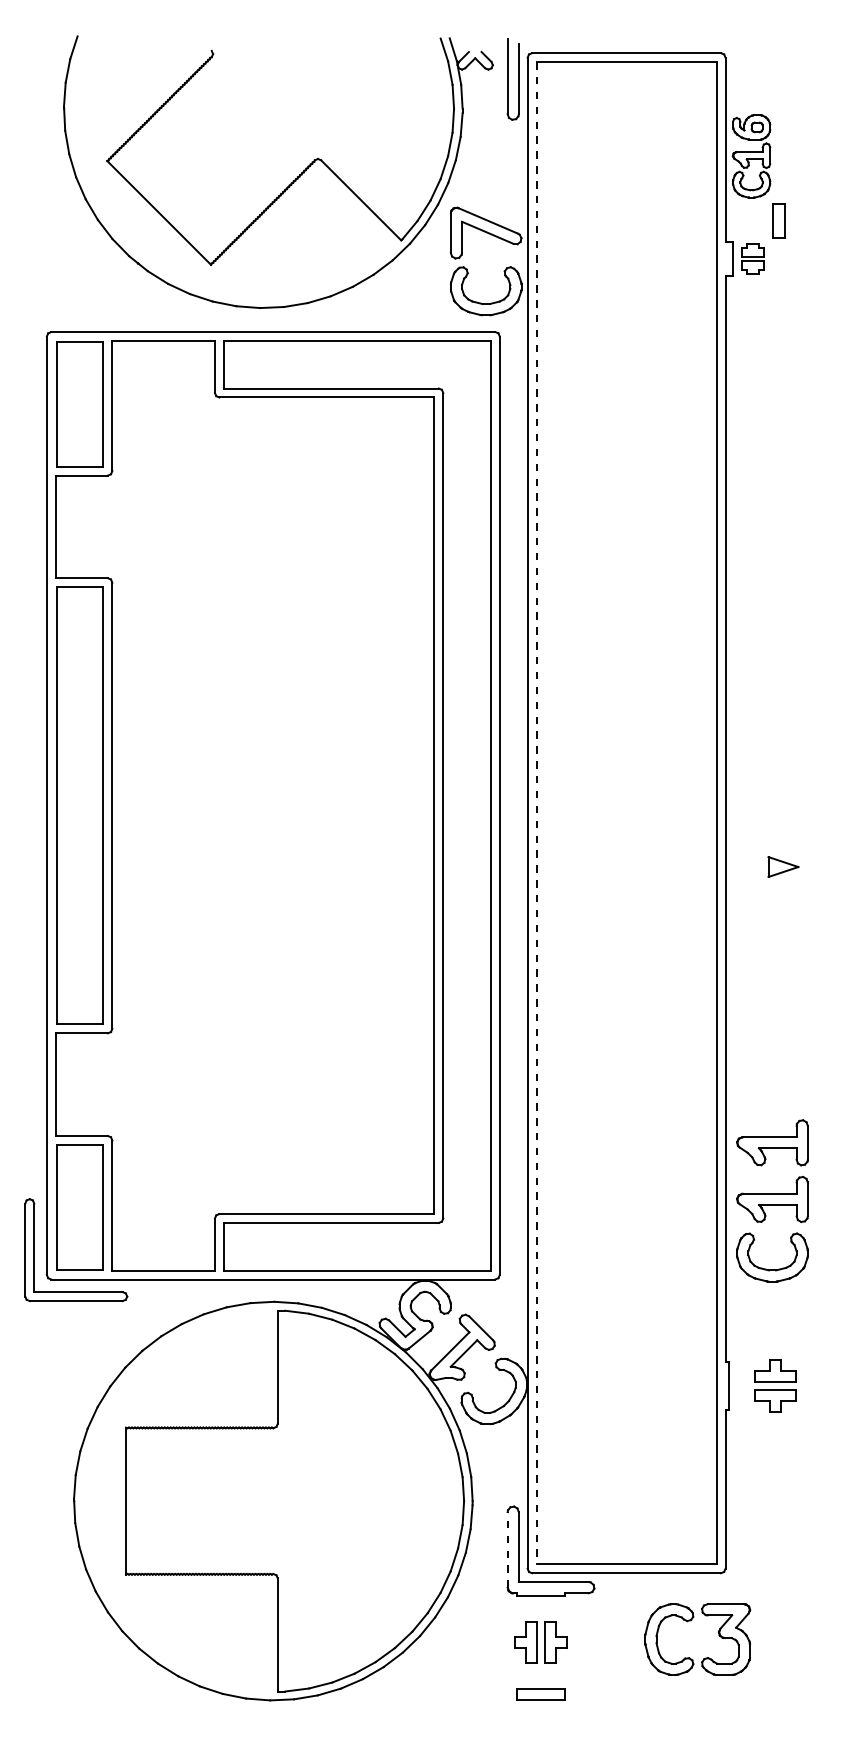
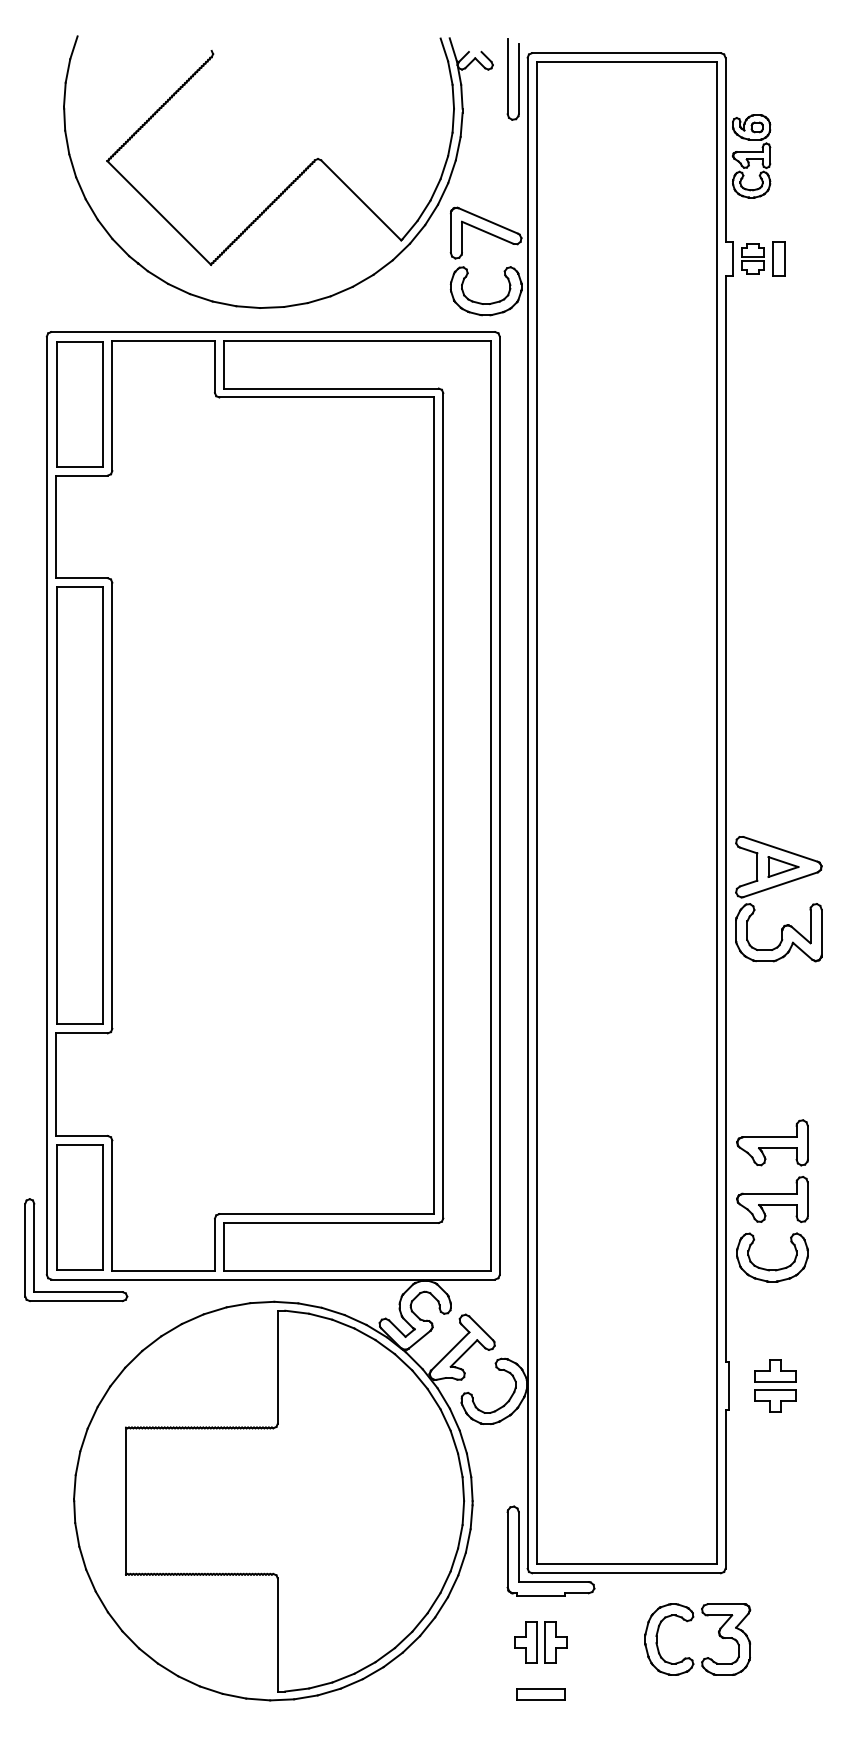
part at (778, 220) position: (778, 220) -> (778, 258)
line at (536, 813): dashed -> solid
part at (773, 888): none -> present
line at (507, 1549): dashed -> solid
